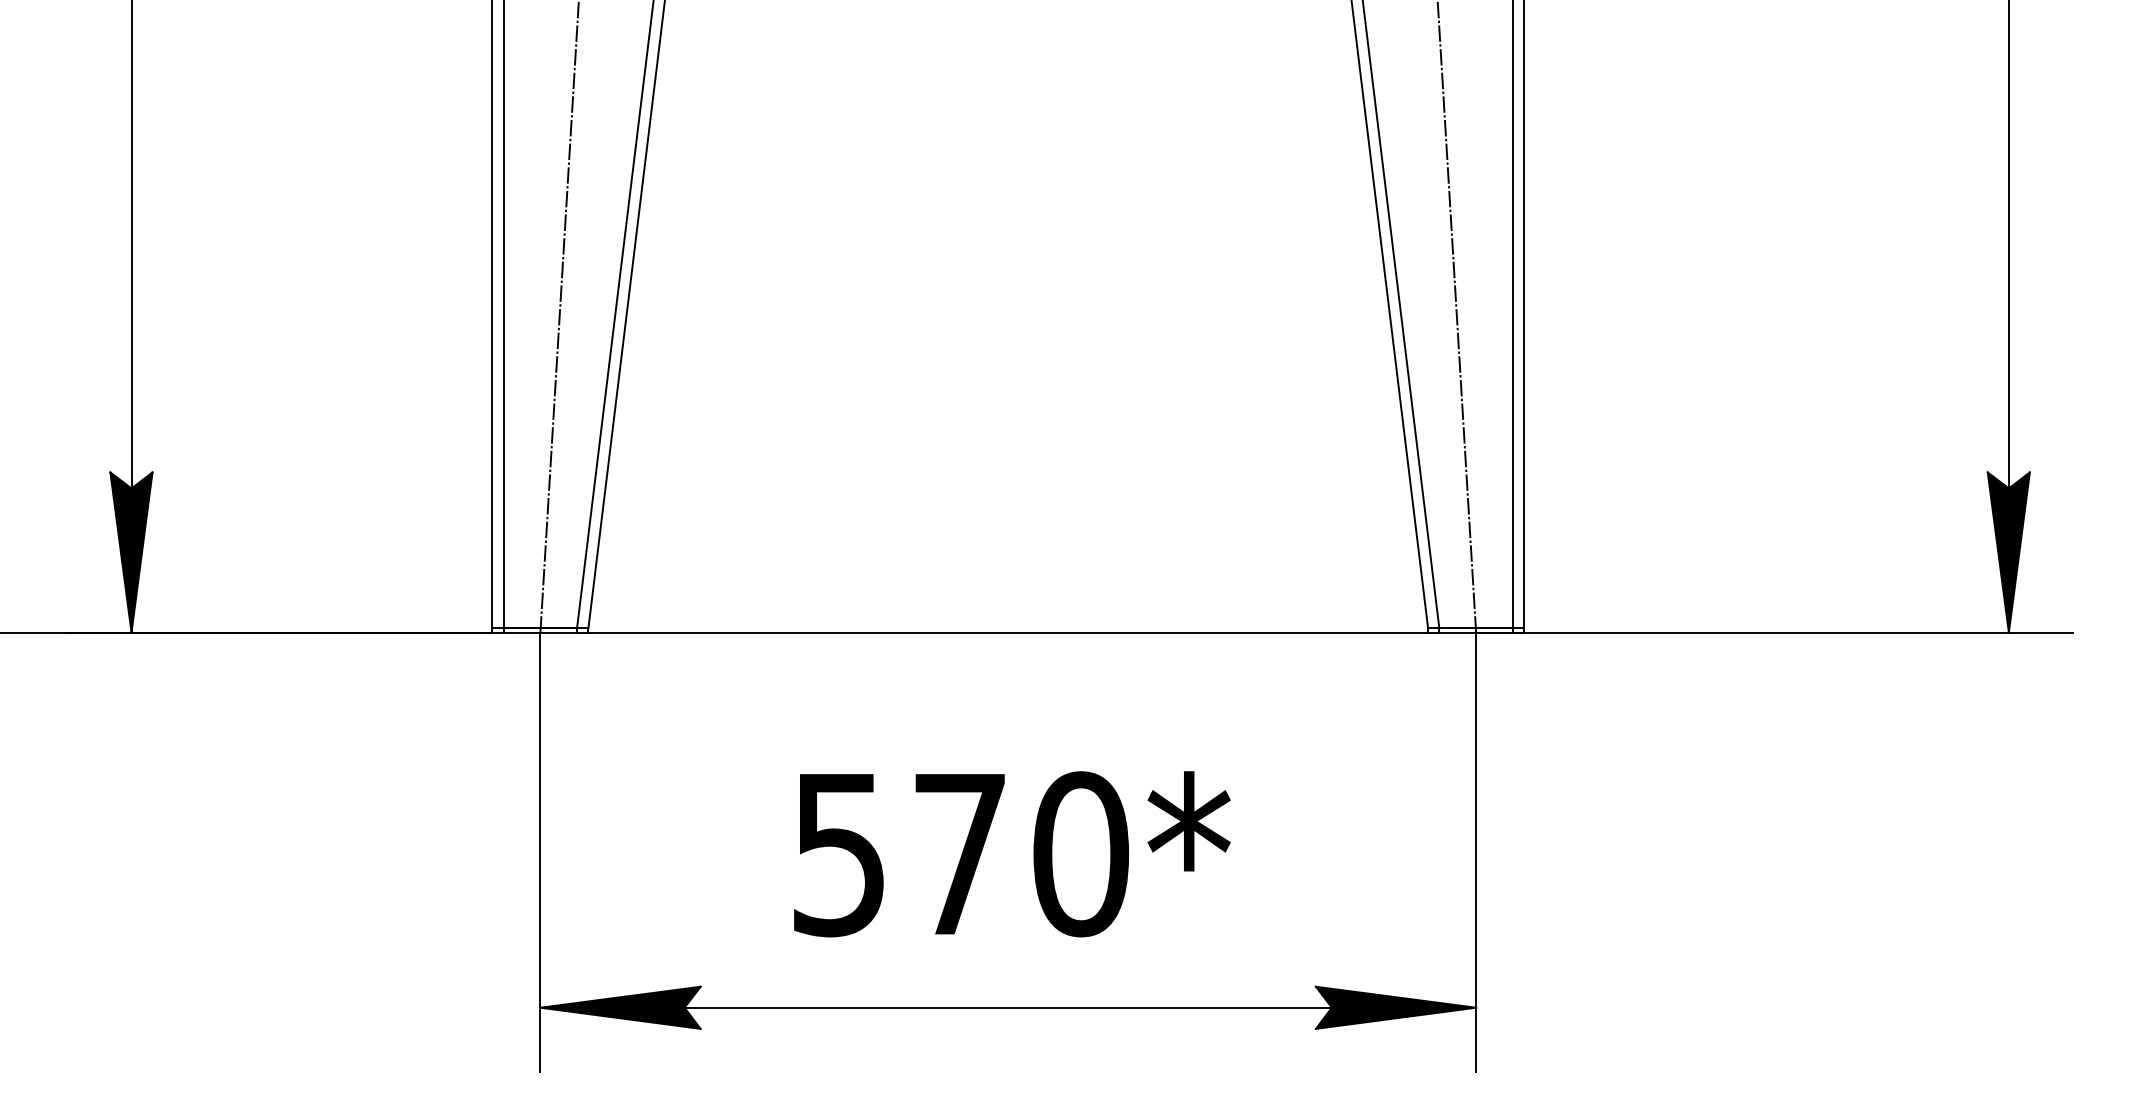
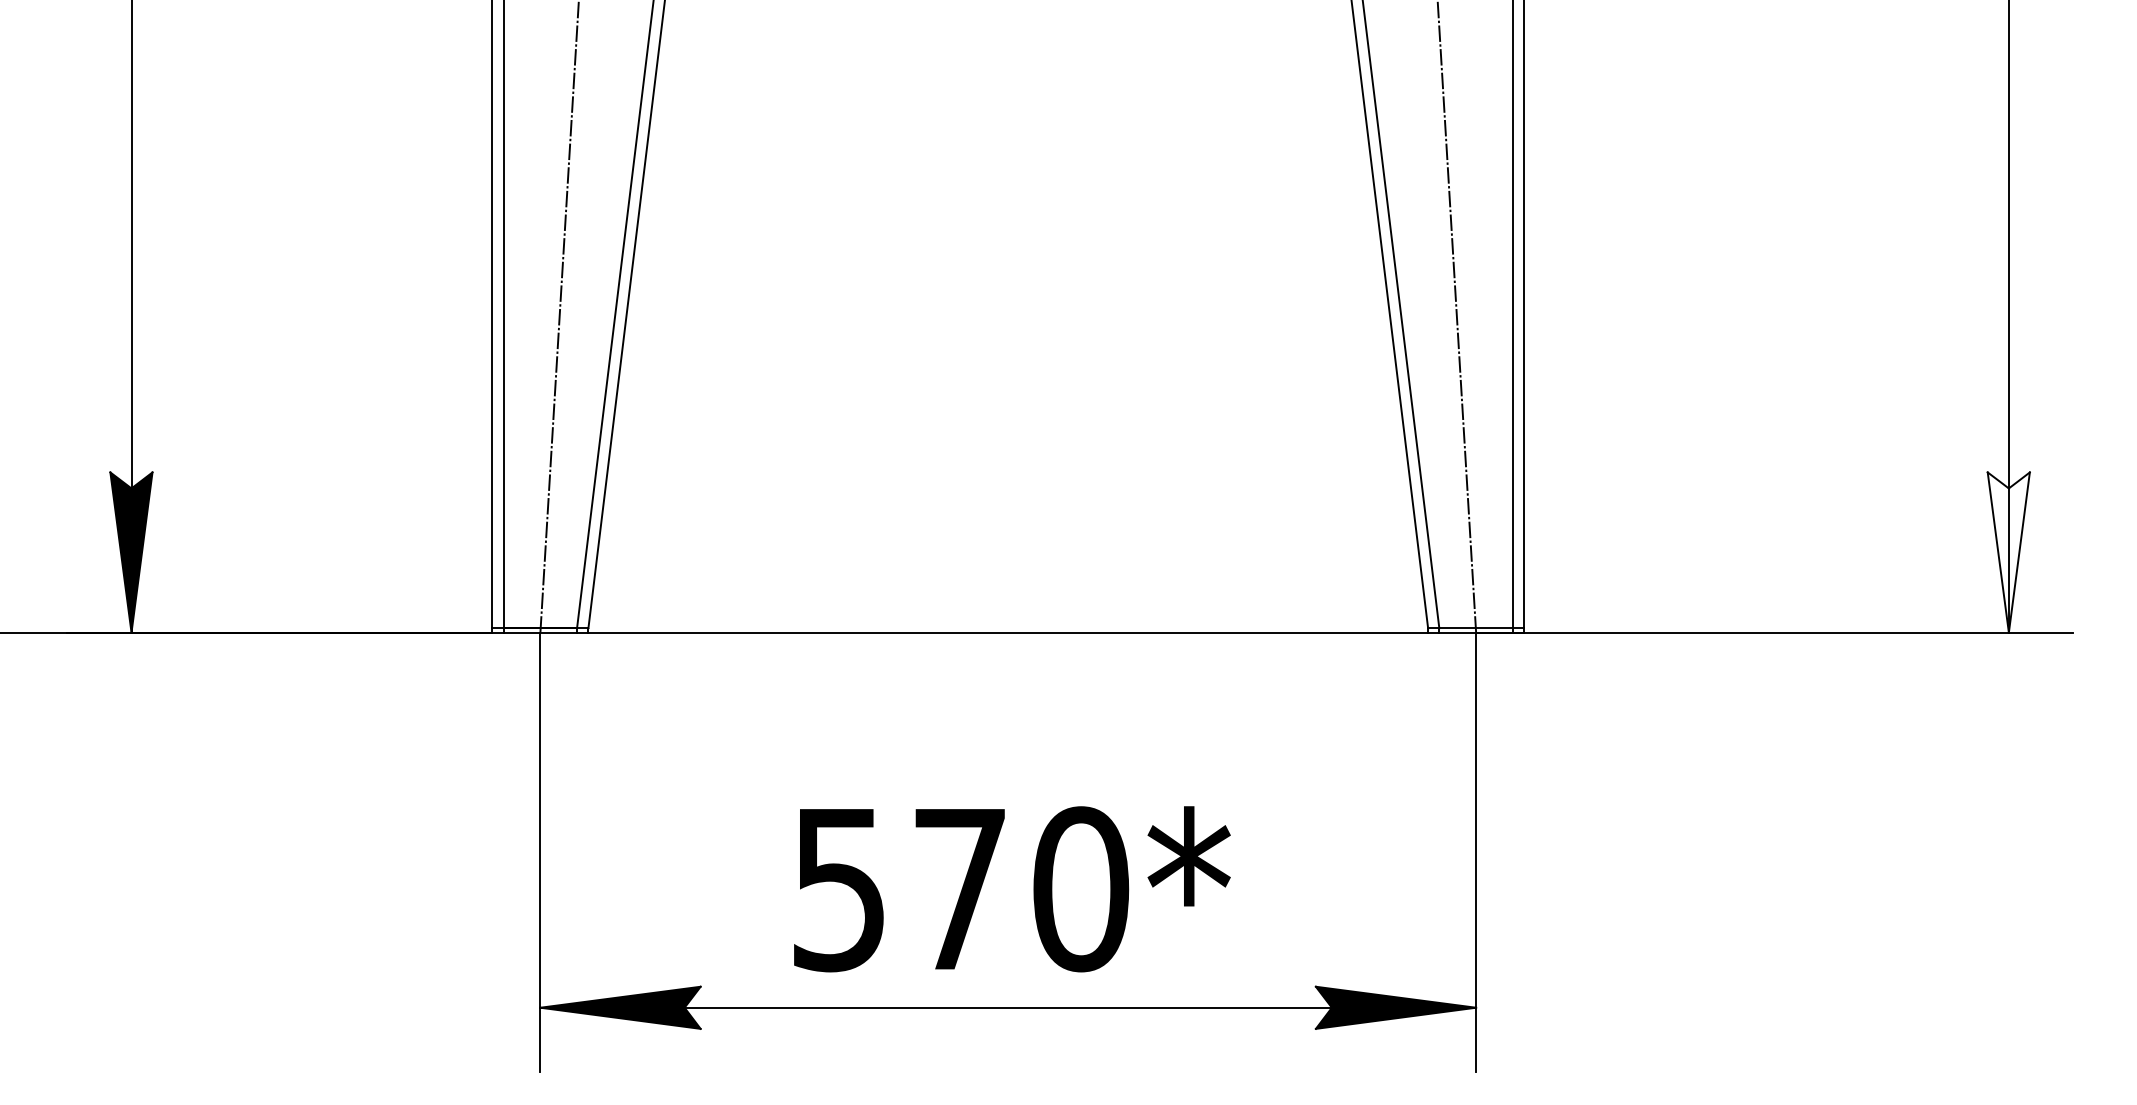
fill at (2008, 552): present -> none
text at (1012, 854) position: (1012, 854) -> (1012, 889)
